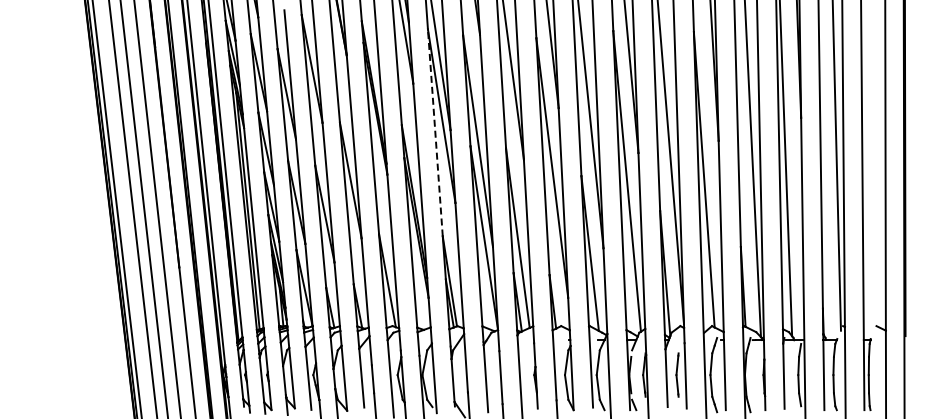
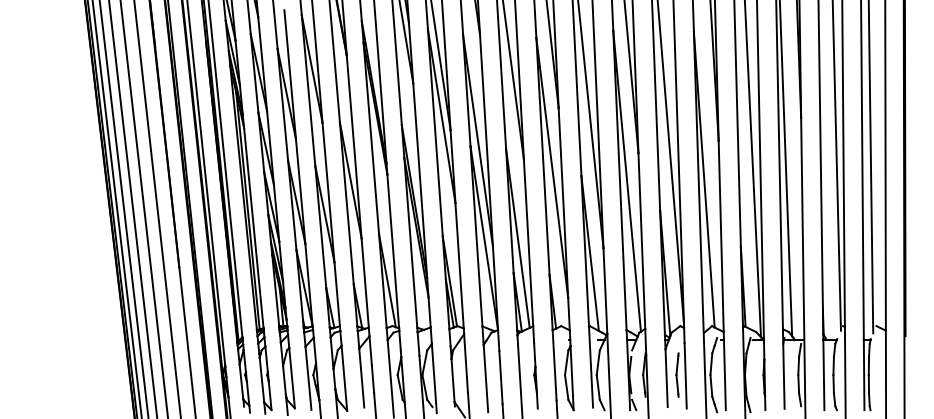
line at (435, 132): dashed -> solid
line at (870, 167): none -> present
line at (123, 208): none -> present
